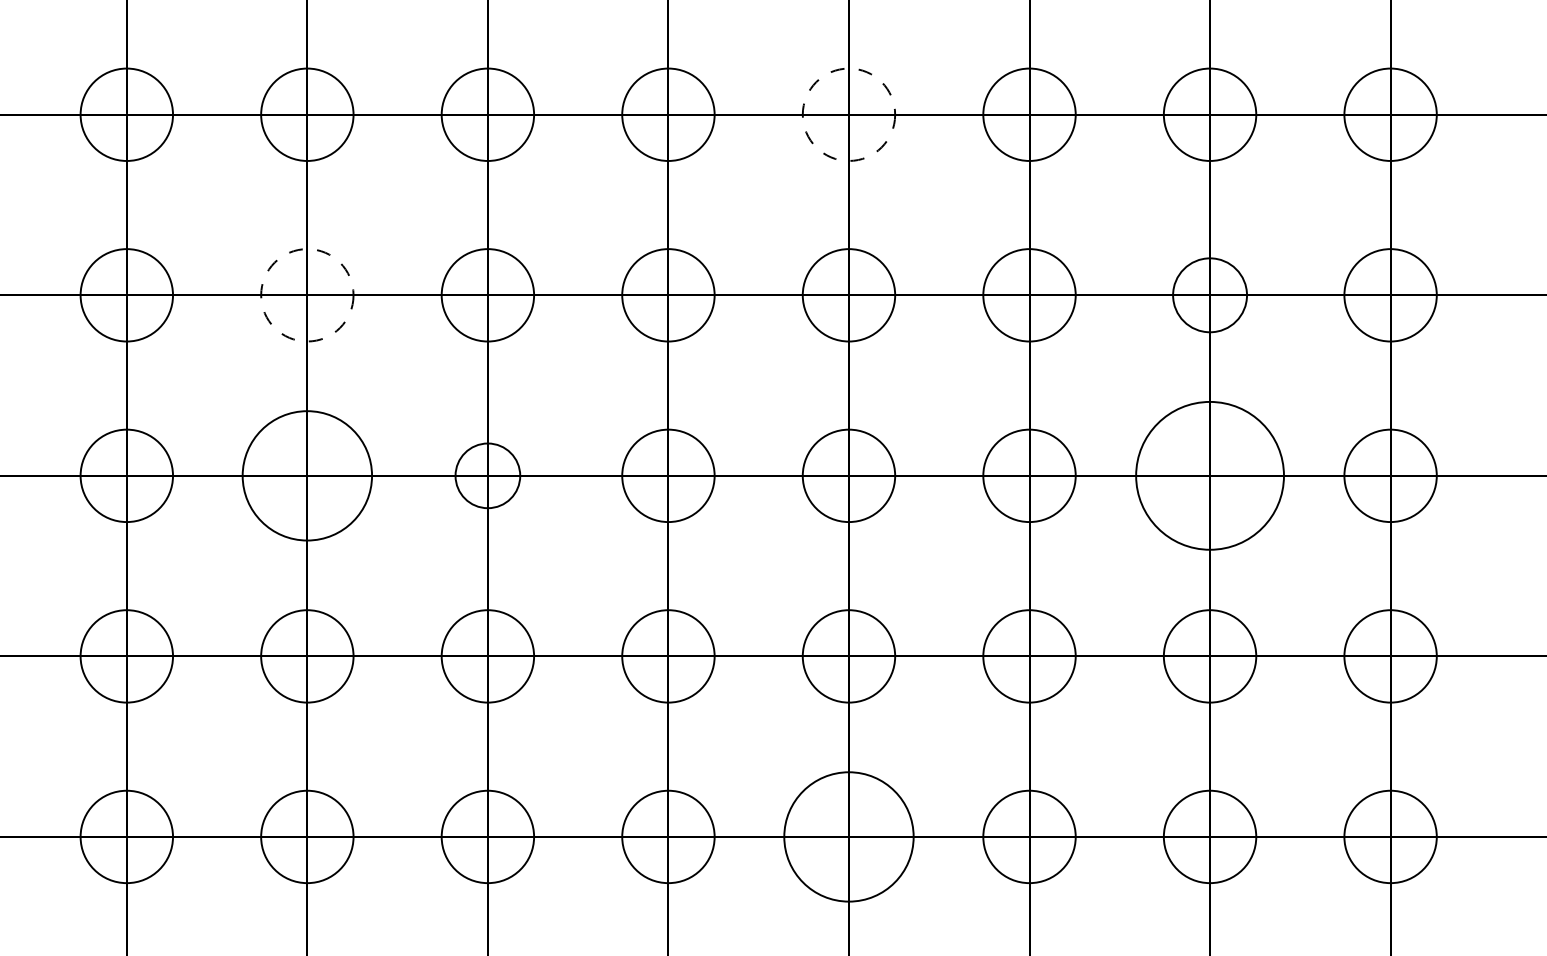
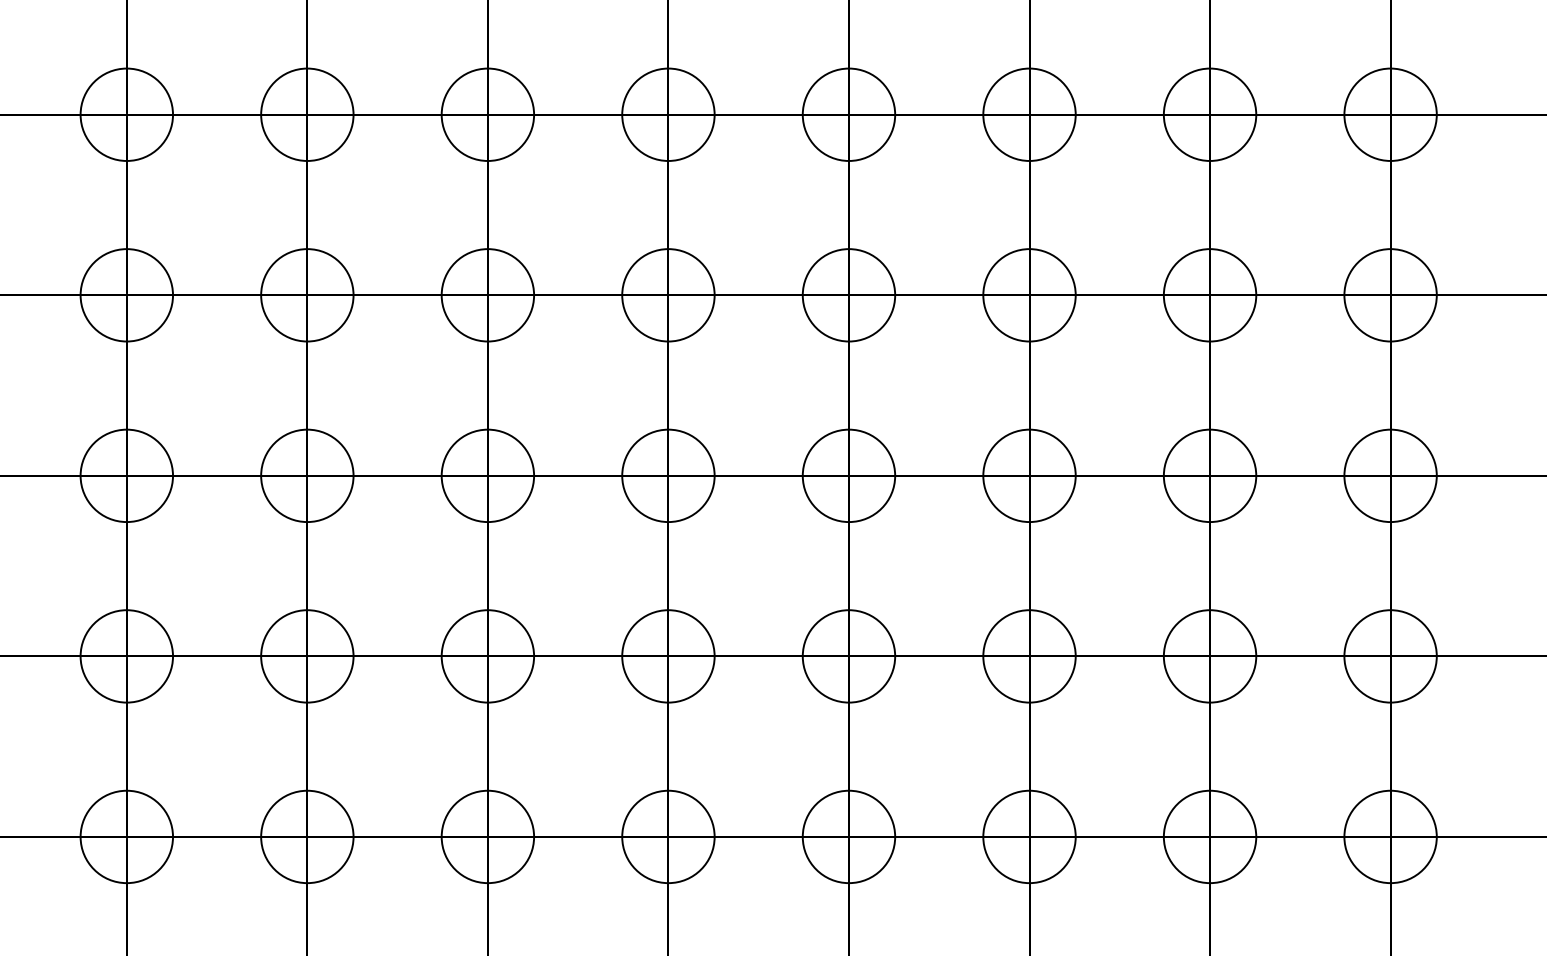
circle at (848, 114): dashed -> solid
circle at (307, 295): dashed -> solid
circle at (1210, 295) diameter: 74 px -> 92 px
circle at (307, 475) diameter: 129 px -> 92 px
circle at (487, 475) diameter: 65 px -> 92 px
circle at (1209, 475) diameter: 148 px -> 92 px
circle at (848, 836) diameter: 129 px -> 92 px
